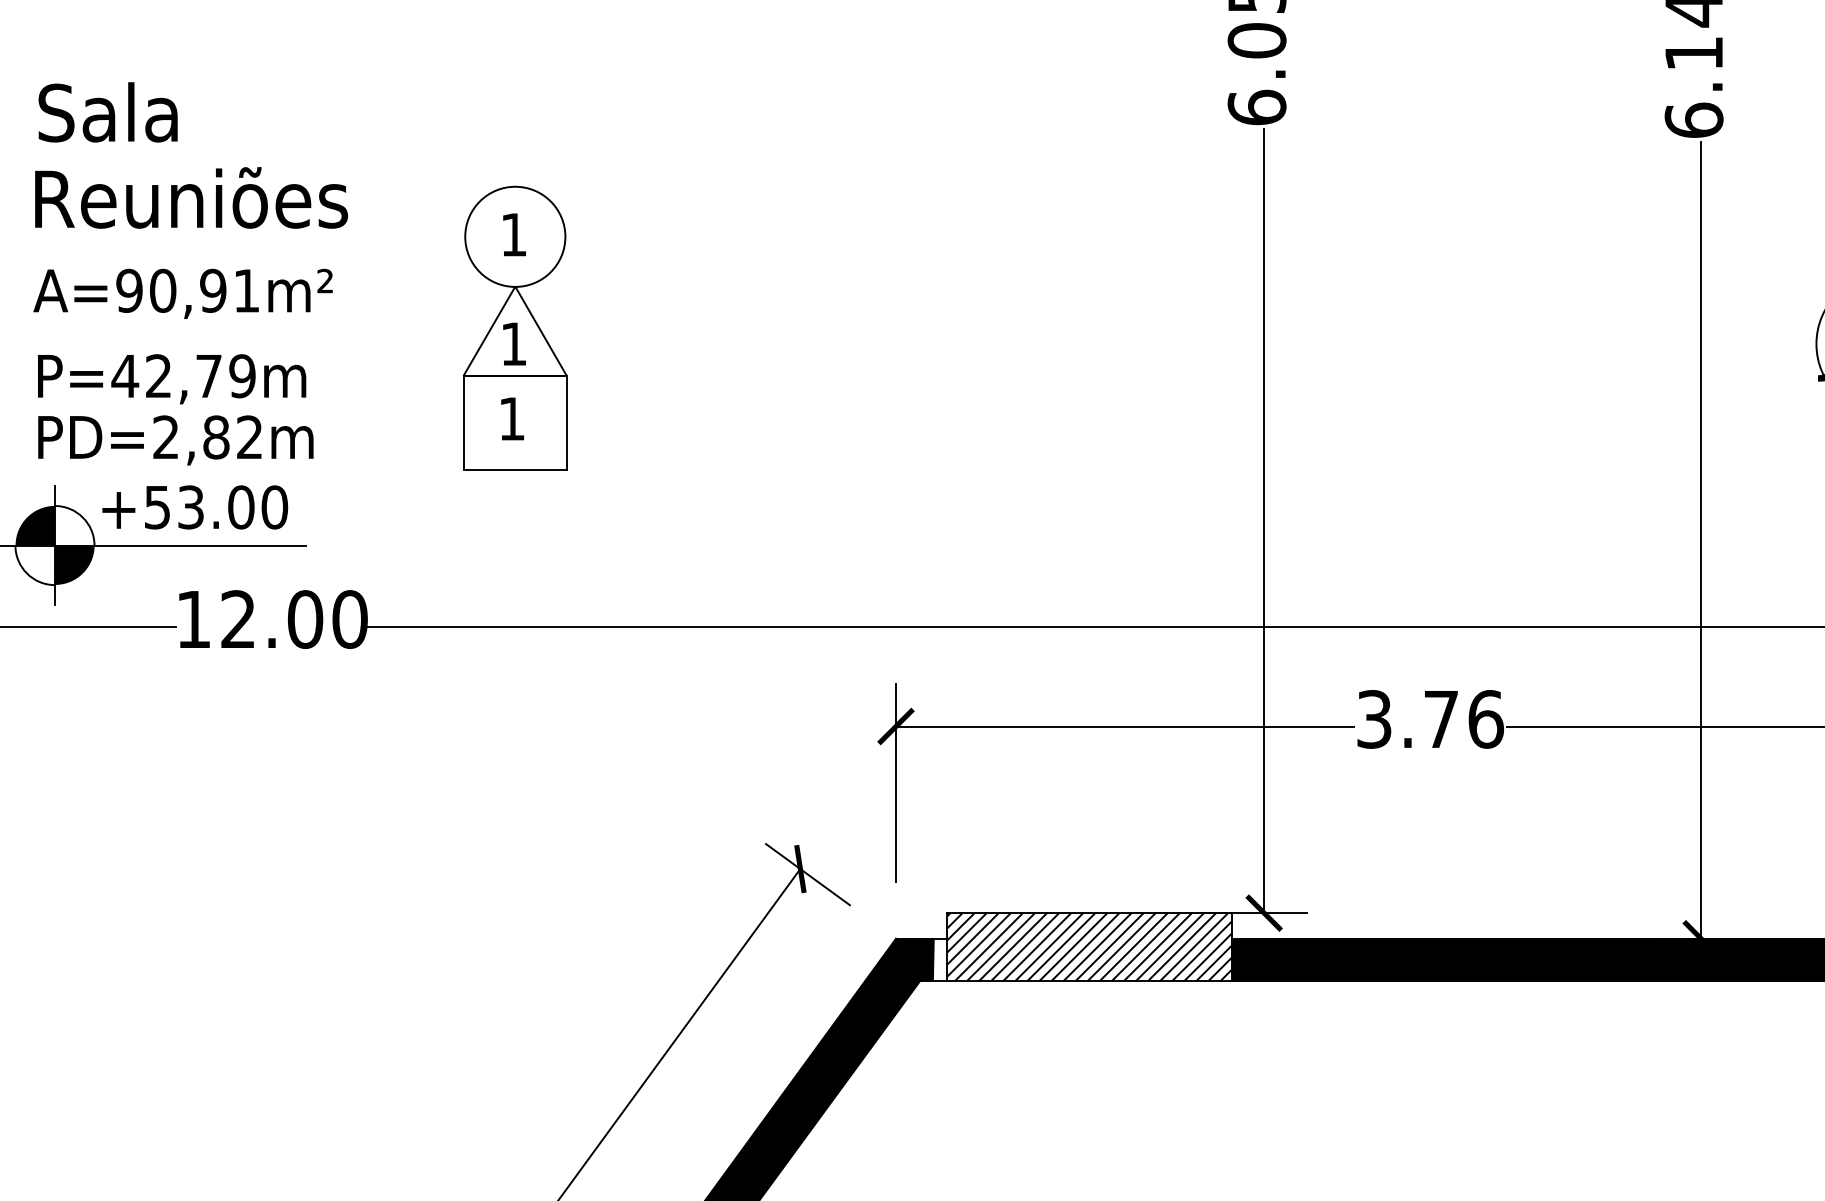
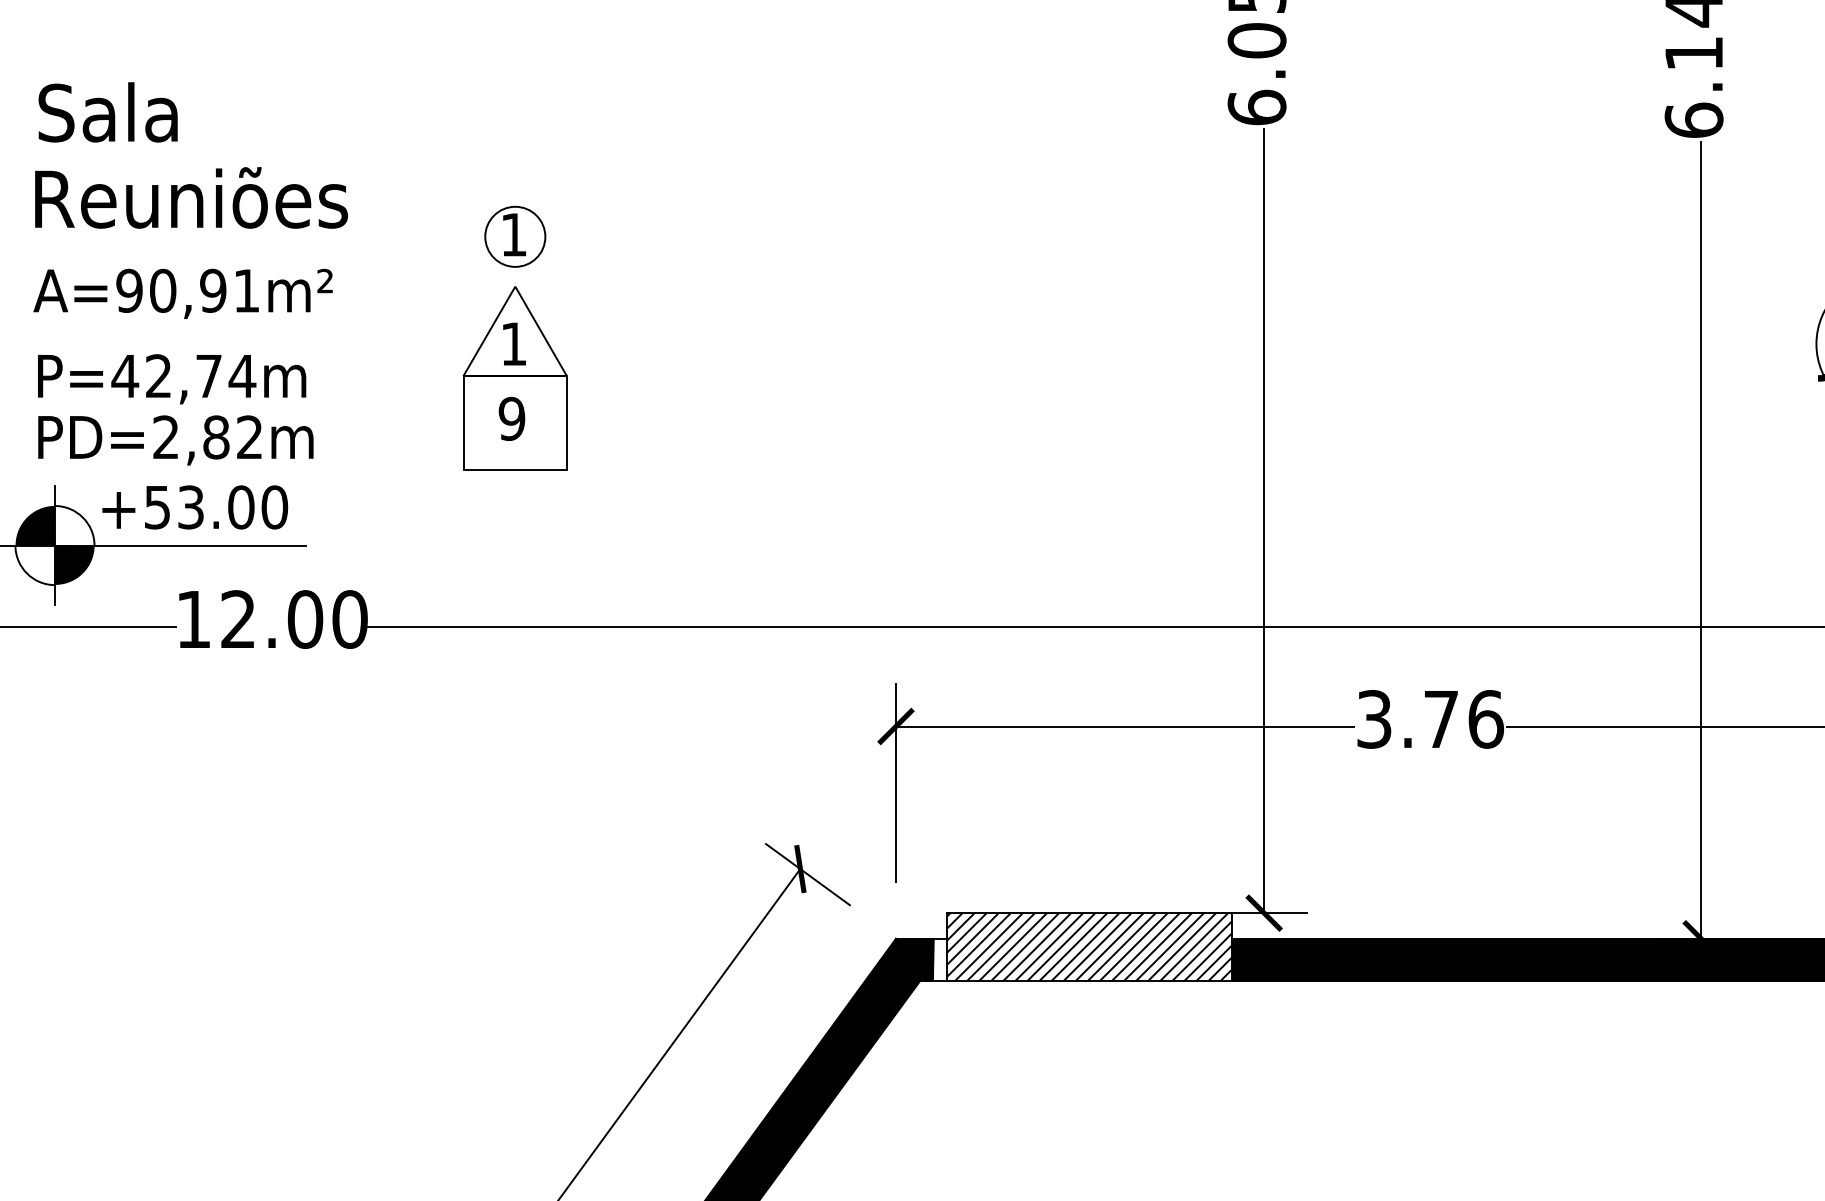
circle at (515, 236) diameter: 100 px -> 60 px
text at (242, 376): P=42,79m -> P=42,74m
text at (511, 418): 1 -> 9
